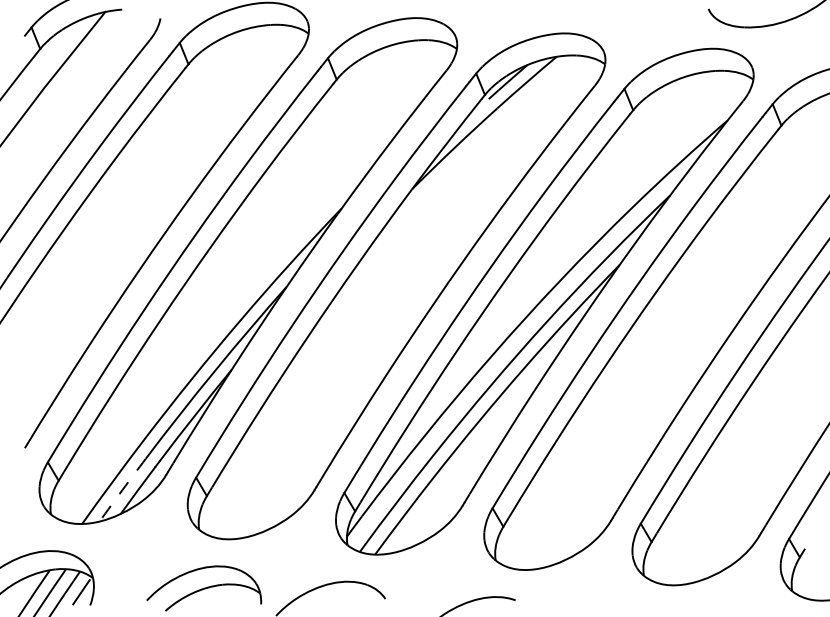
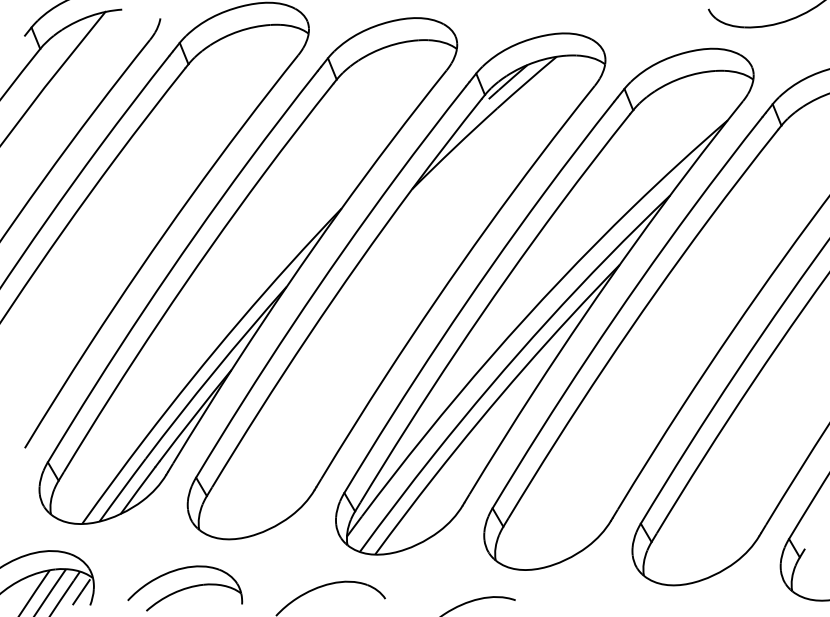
arc at (122, 489): dashed -> solid
part at (204, 588) position: (204, 588) -> (185, 588)
